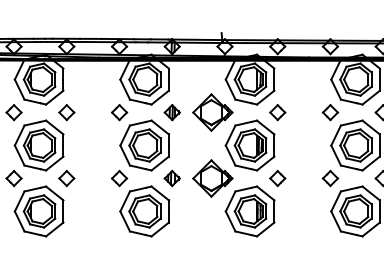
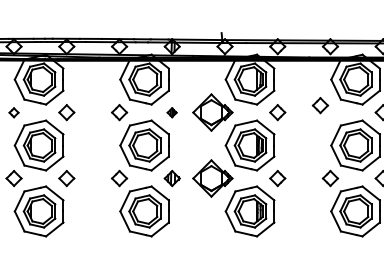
part at (13, 112) size: 18x18 px -> 12x12 px
part at (171, 112) size: 18x18 px -> 12x12 px
part at (330, 112) position: (330, 112) -> (320, 105)
